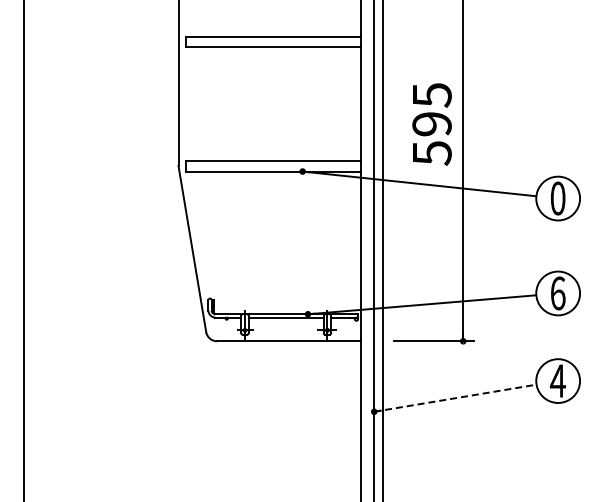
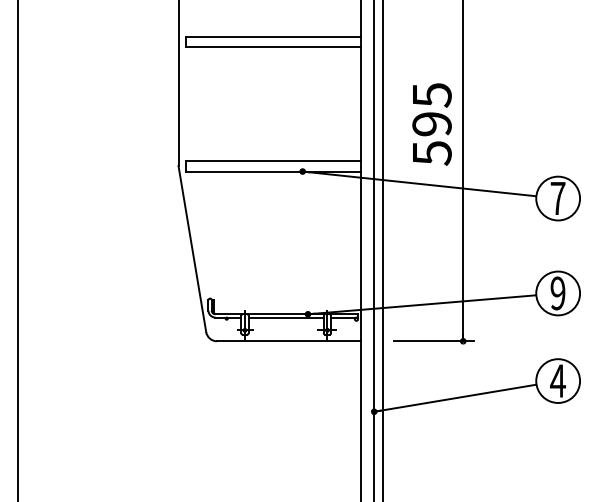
text at (557, 198): 0 -> 7
line at (23, 250) position: (23, 250) -> (17, 250)
text at (557, 293): 6 -> 9
line at (455, 398): dashed -> solid
